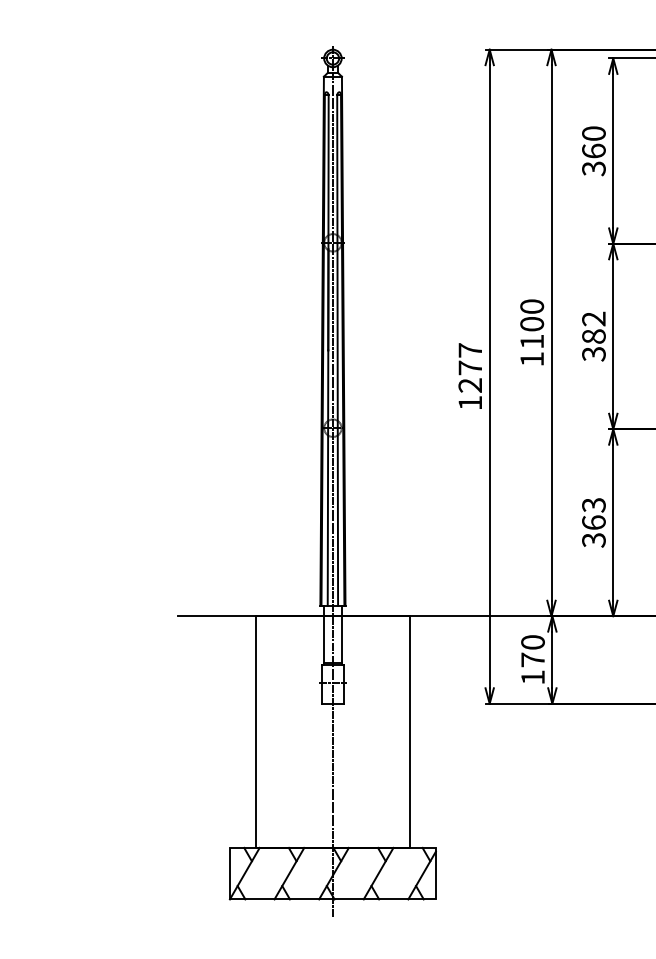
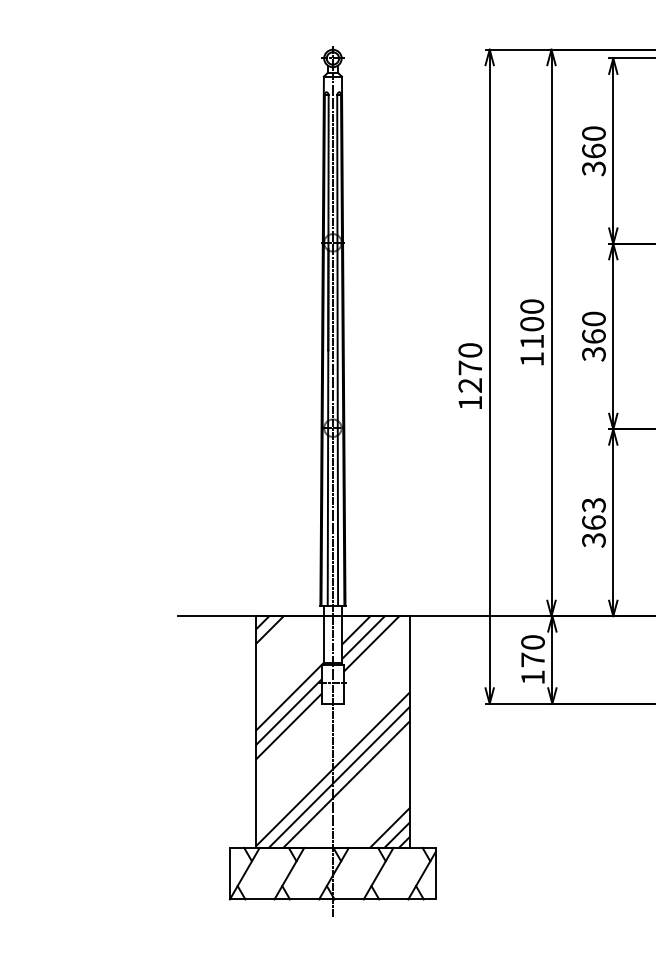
text at (593, 327): 382 -> 360
text at (470, 350): 1277 -> 1270
hatch at (332, 731): none -> present
